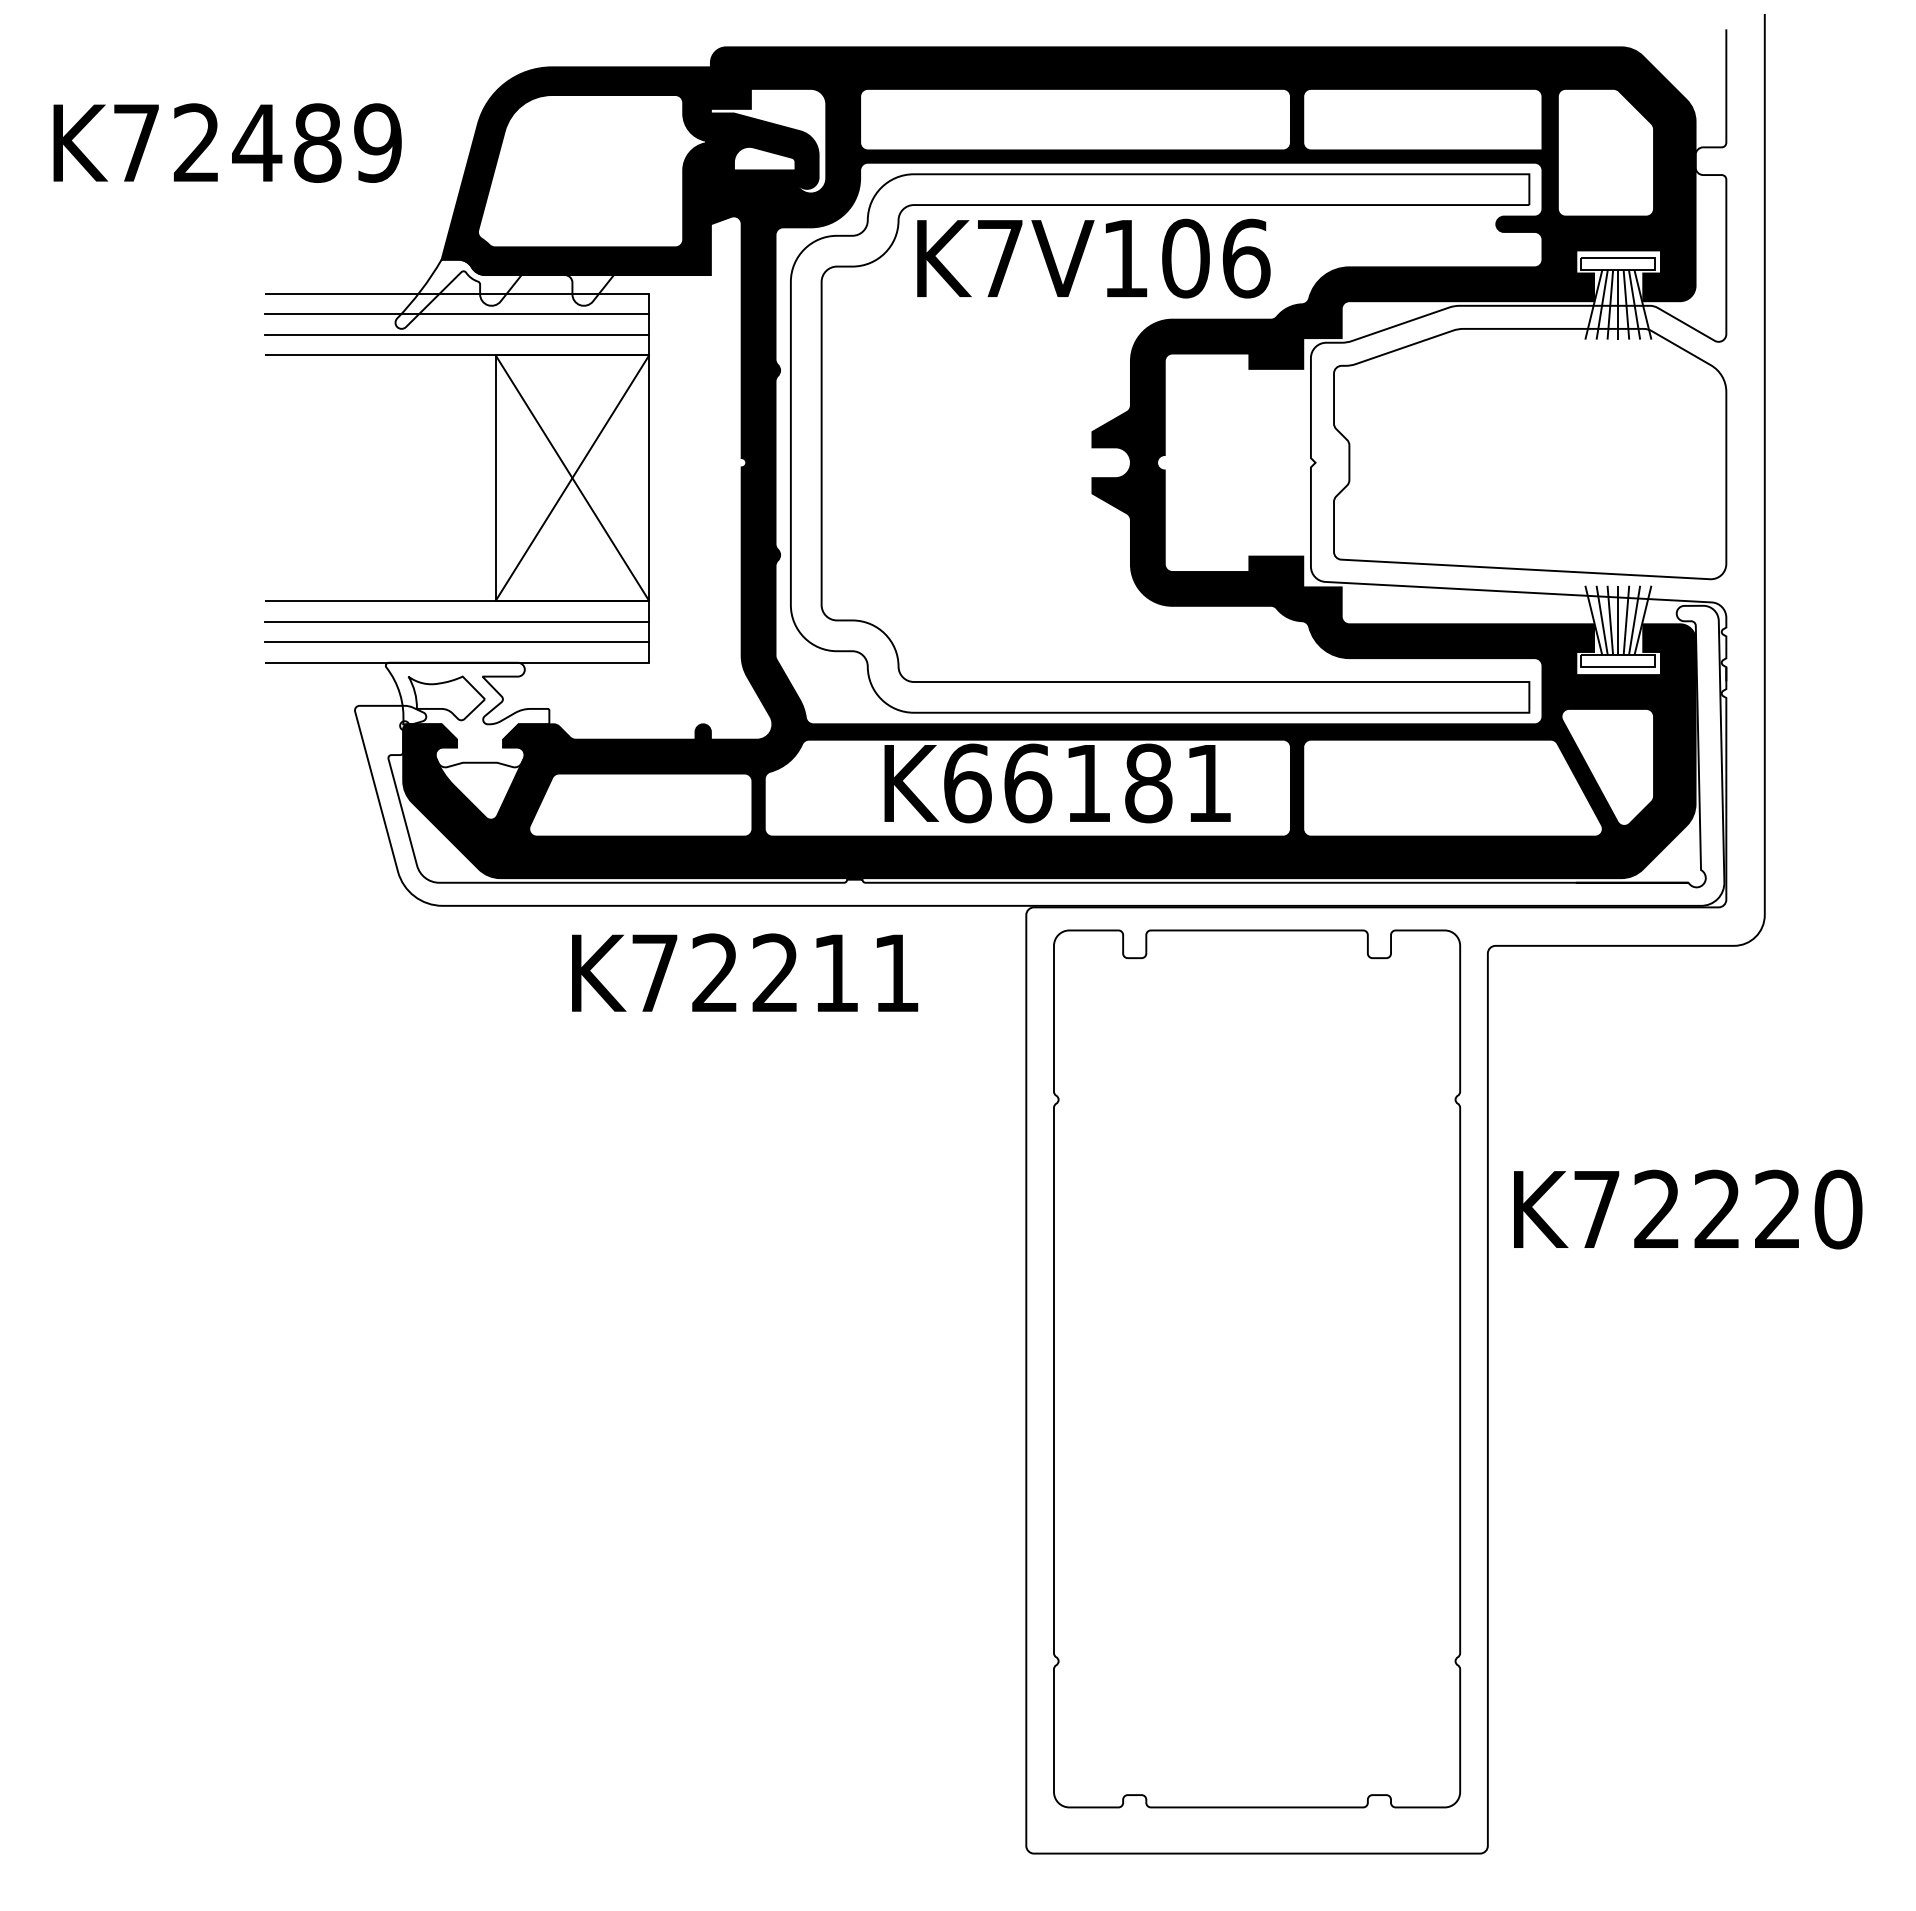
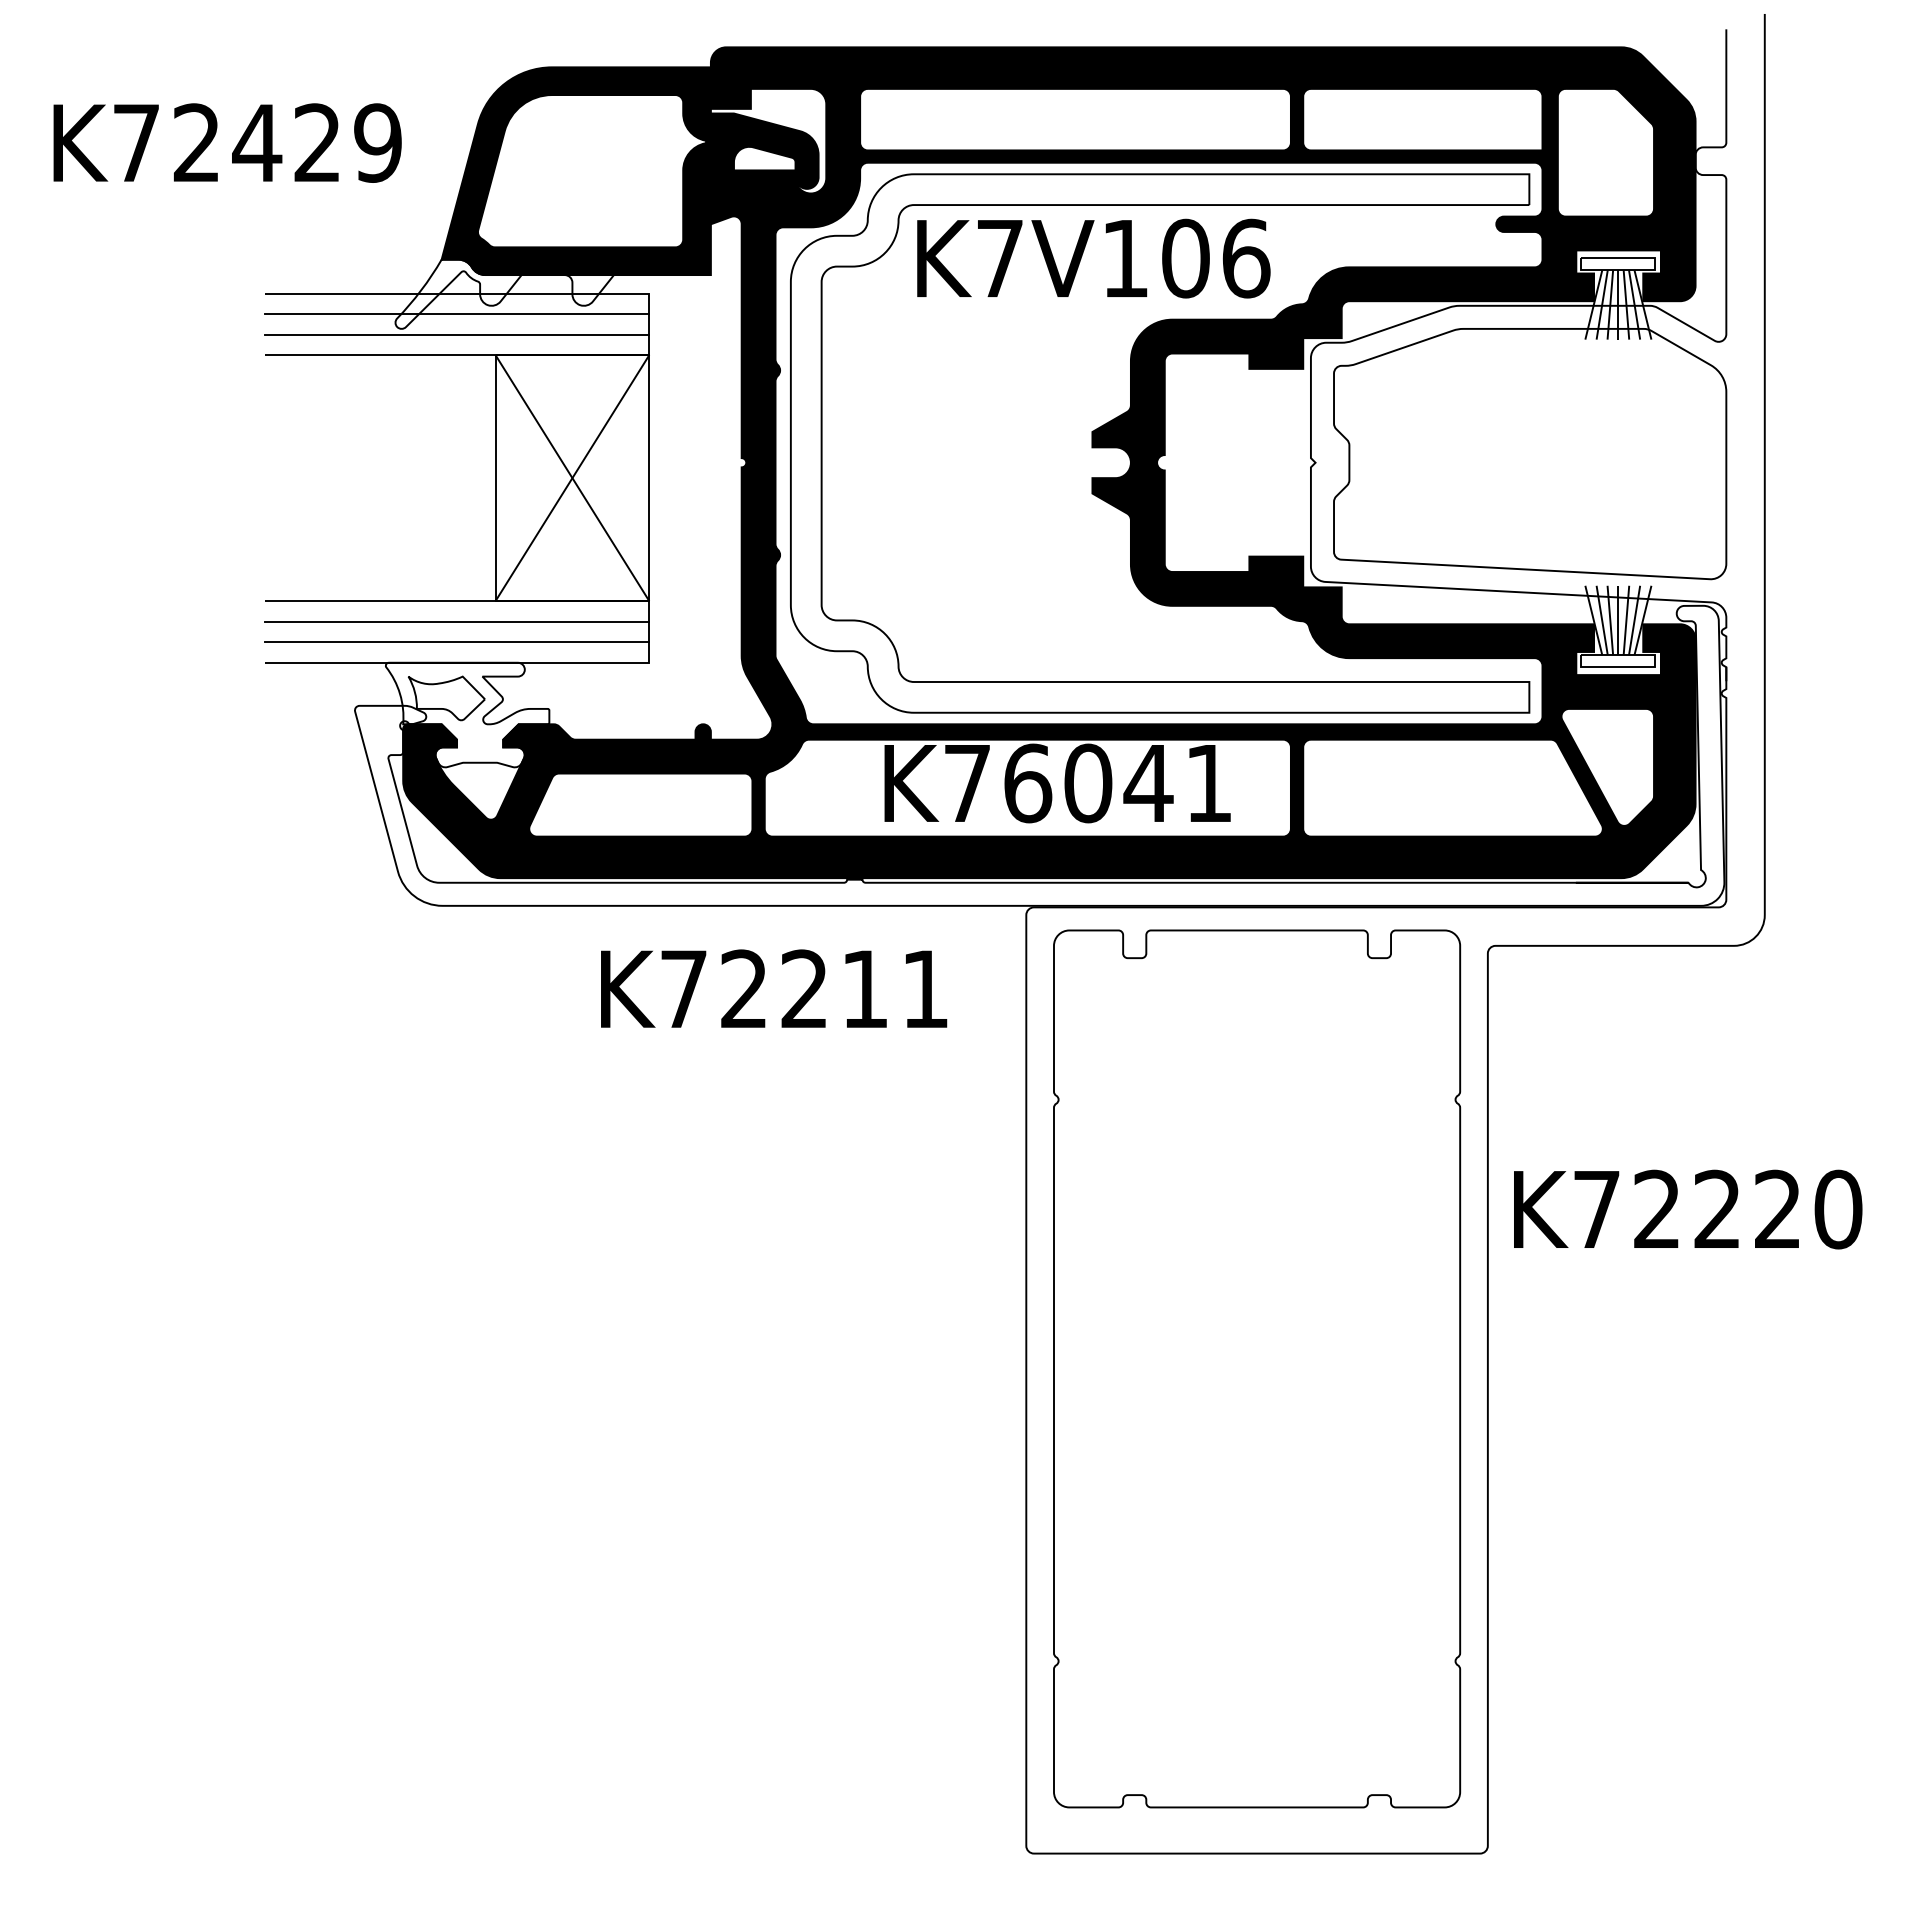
text at (317, 142): K72489 -> K72429
text at (1058, 783): K66181 -> K76041
text at (745, 972) position: (745, 972) -> (774, 988)
